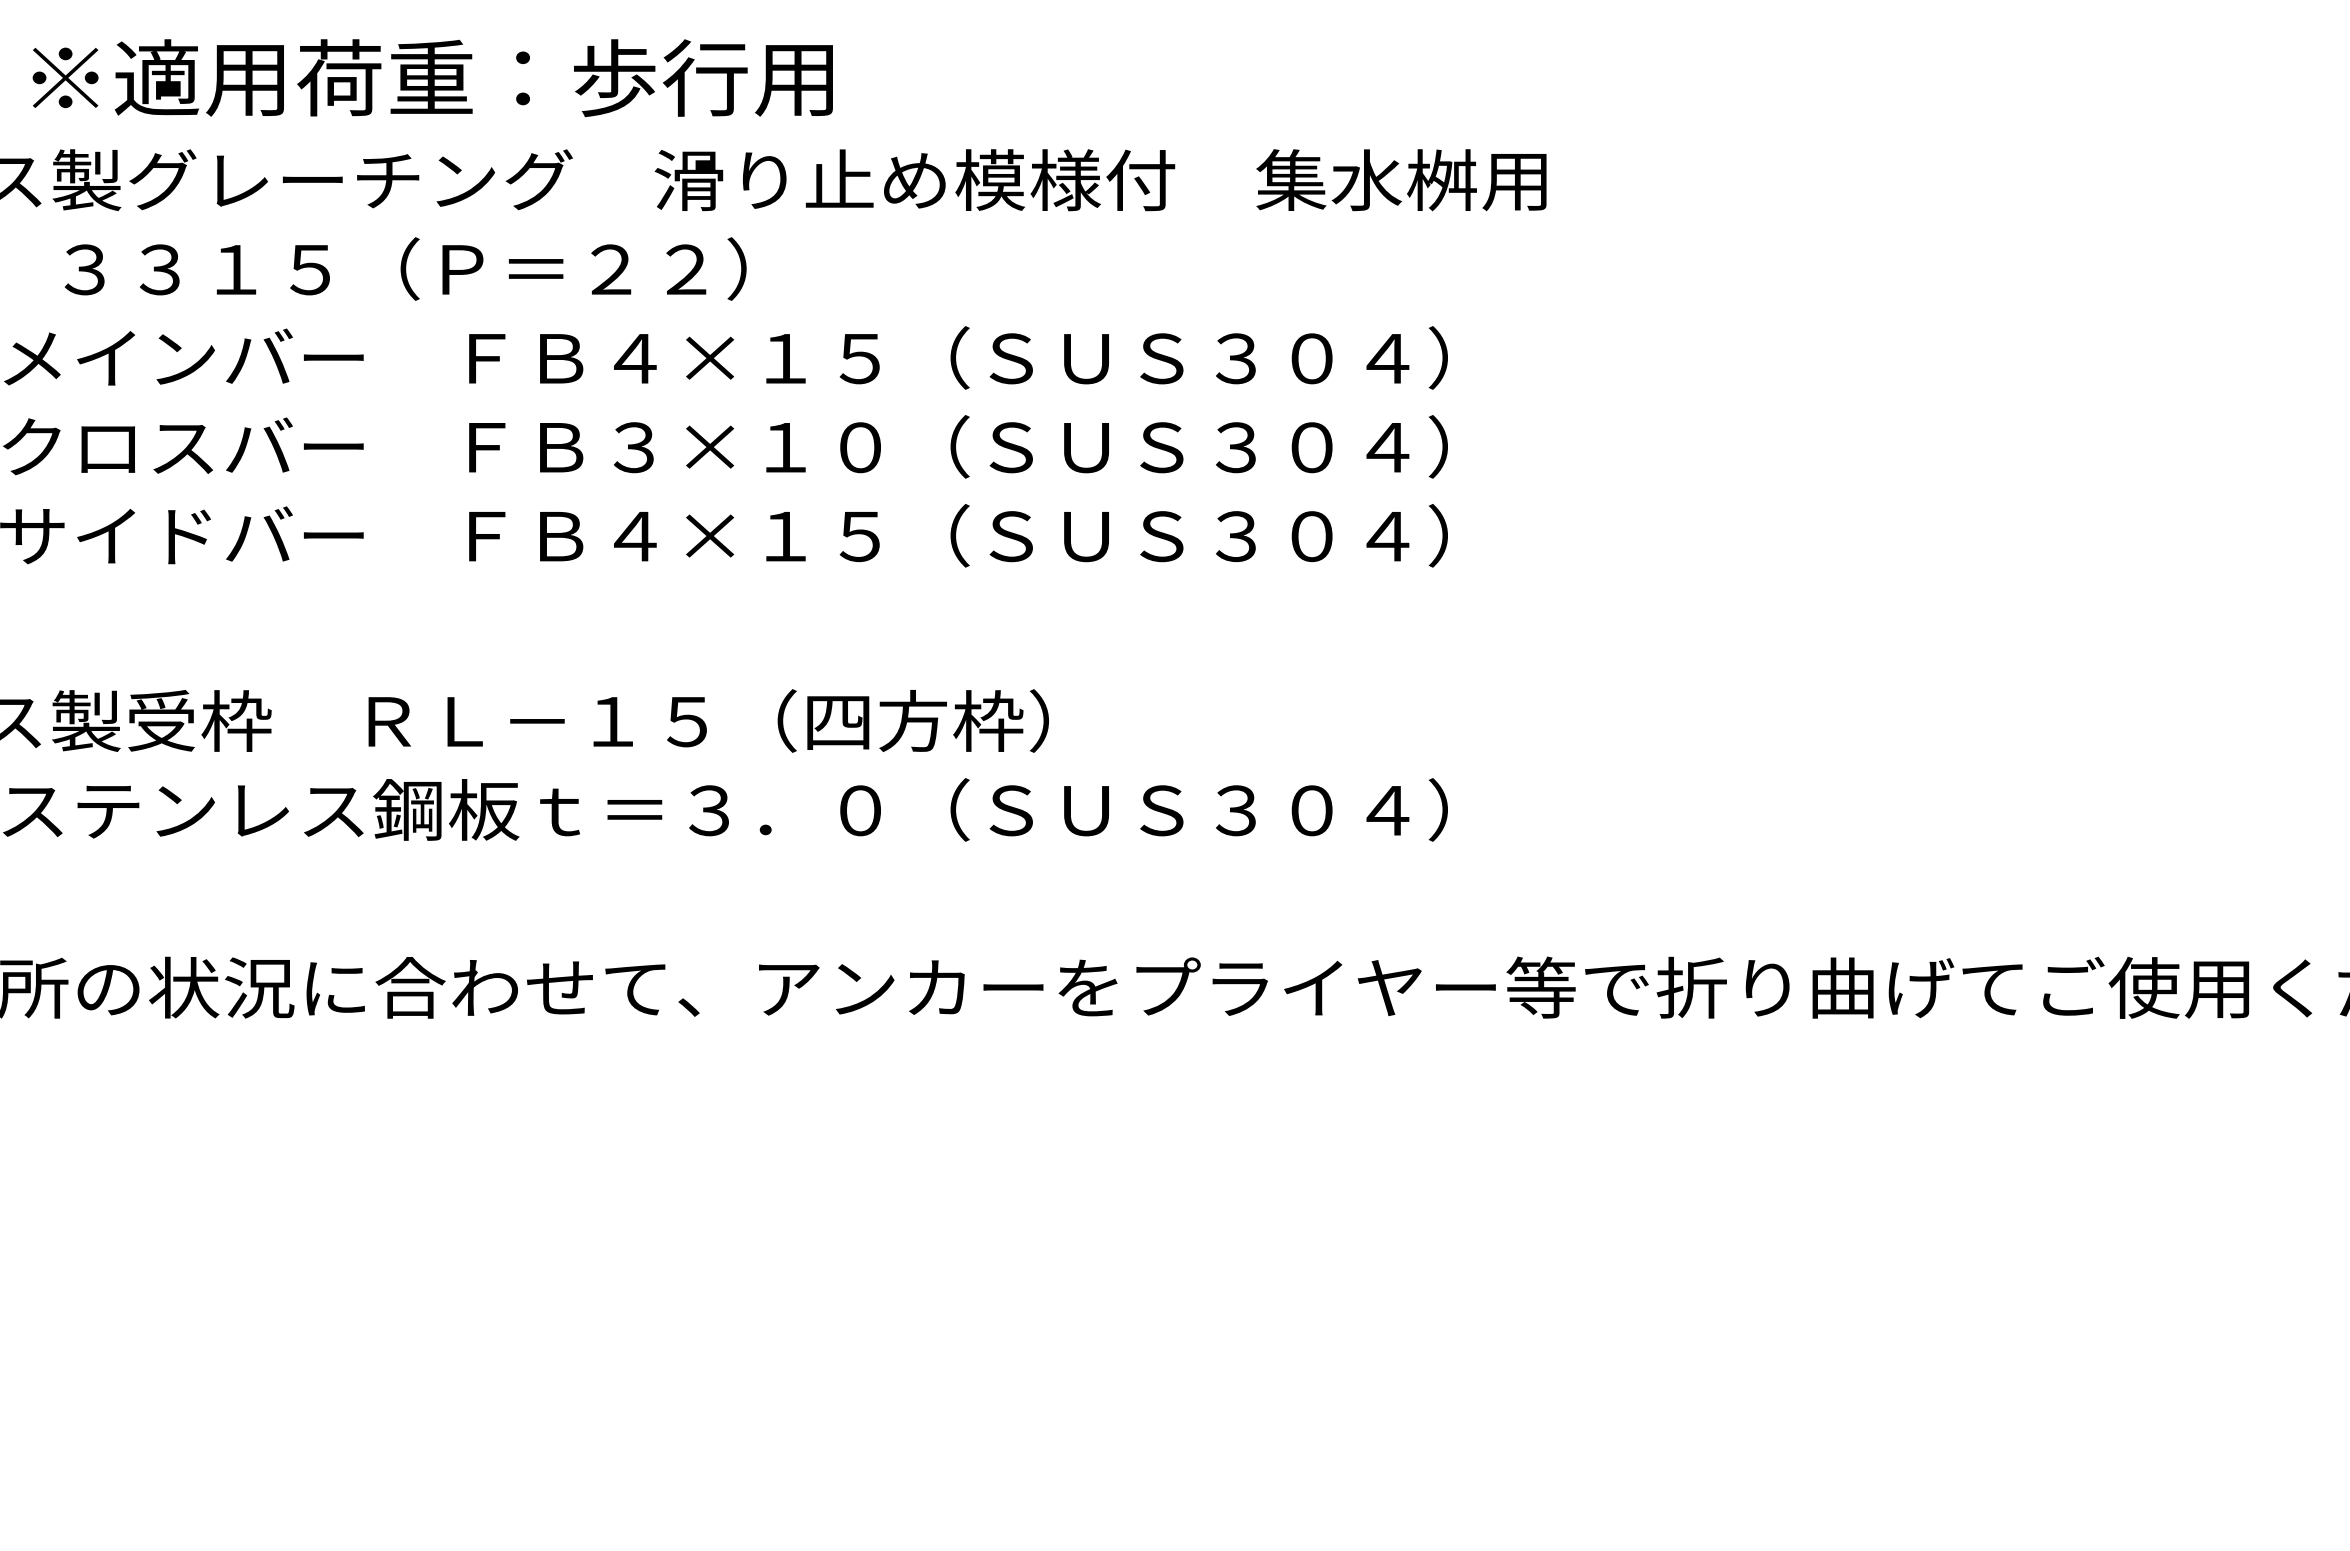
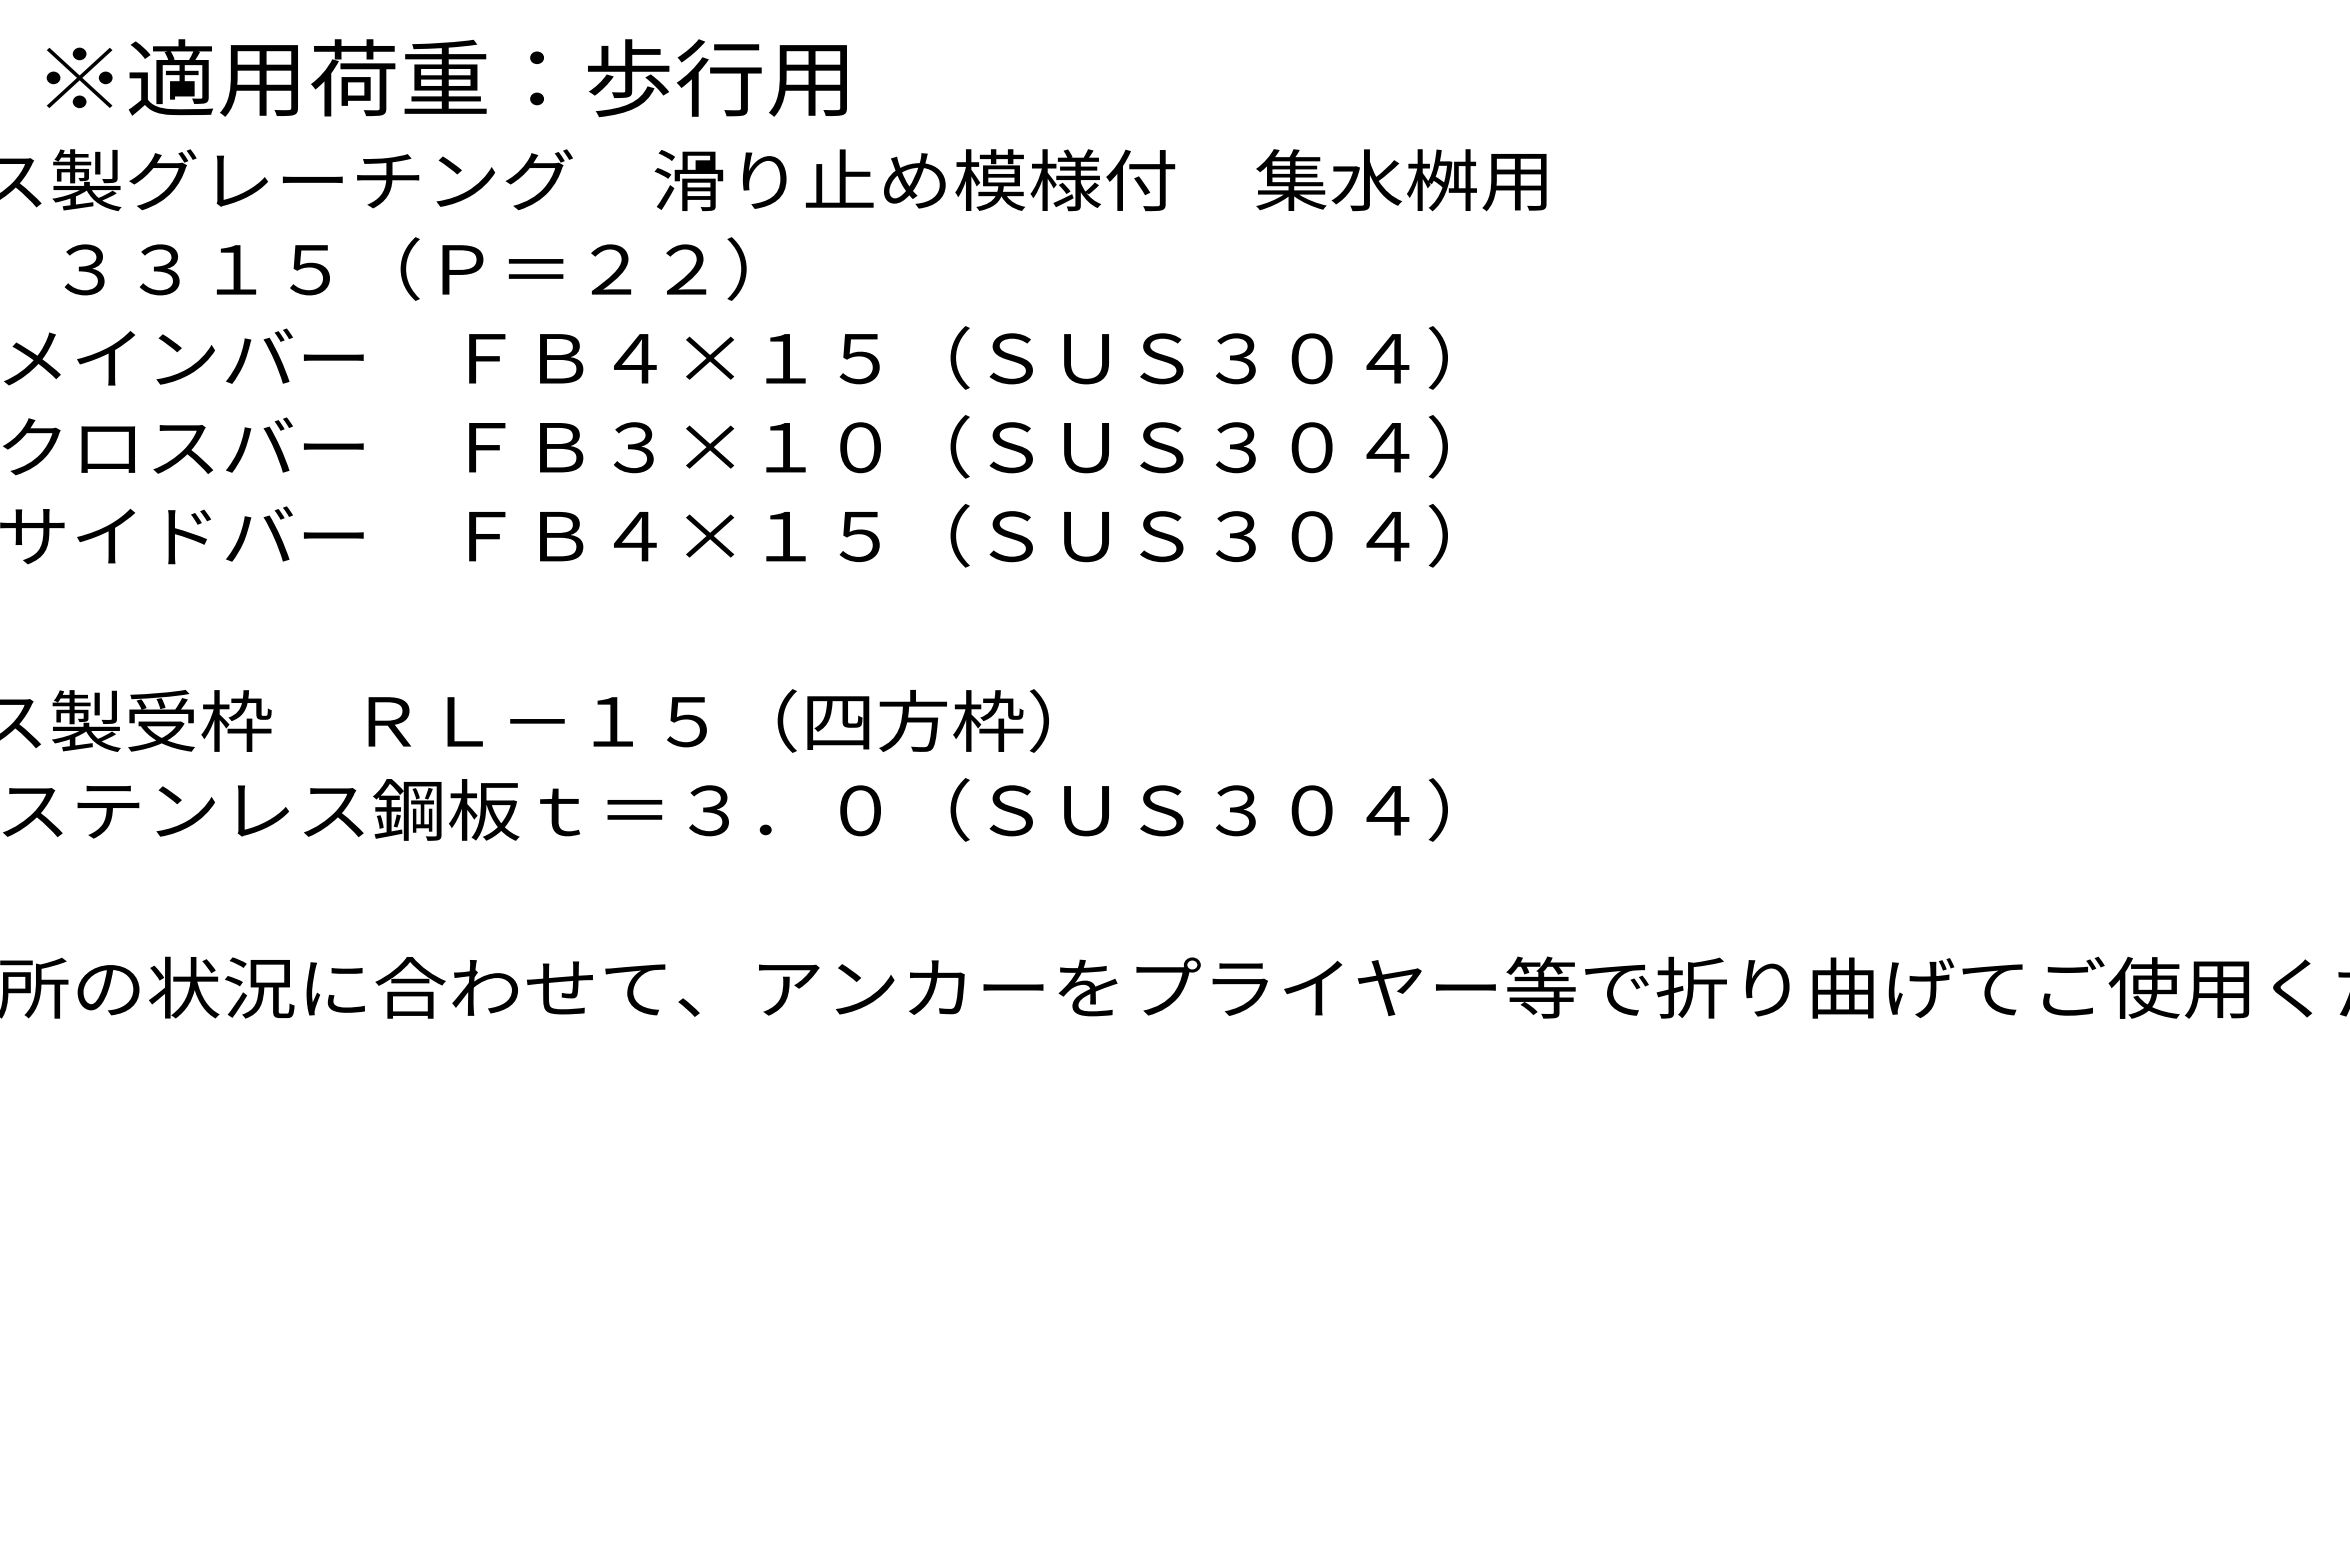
text at (432, 78) position: (432, 78) -> (446, 78)
